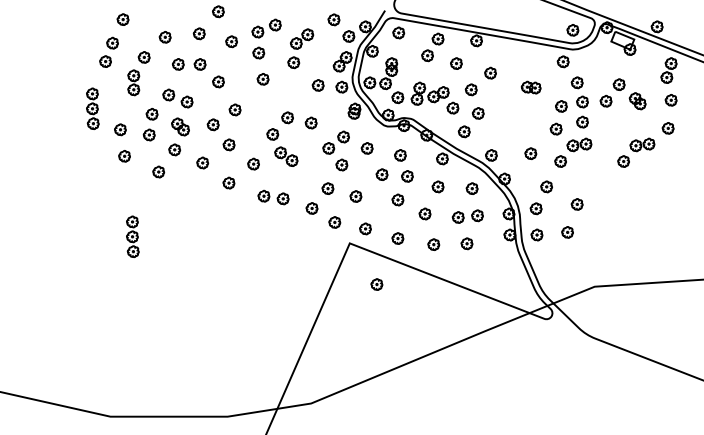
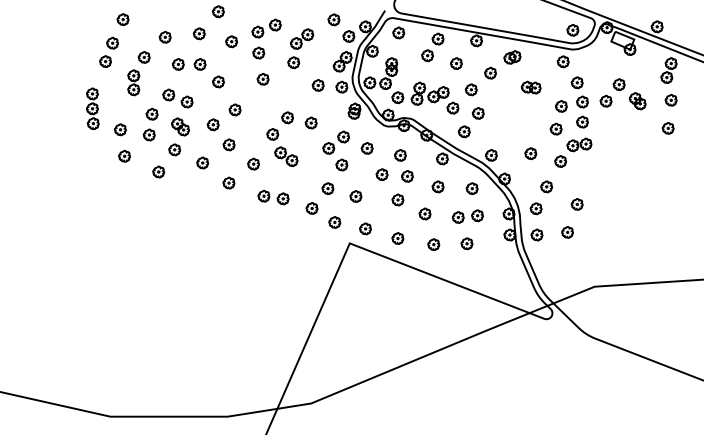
part at (512, 57): none -> present
part at (636, 152): present -> none
part at (132, 236): present -> none
part at (376, 284): present -> none
